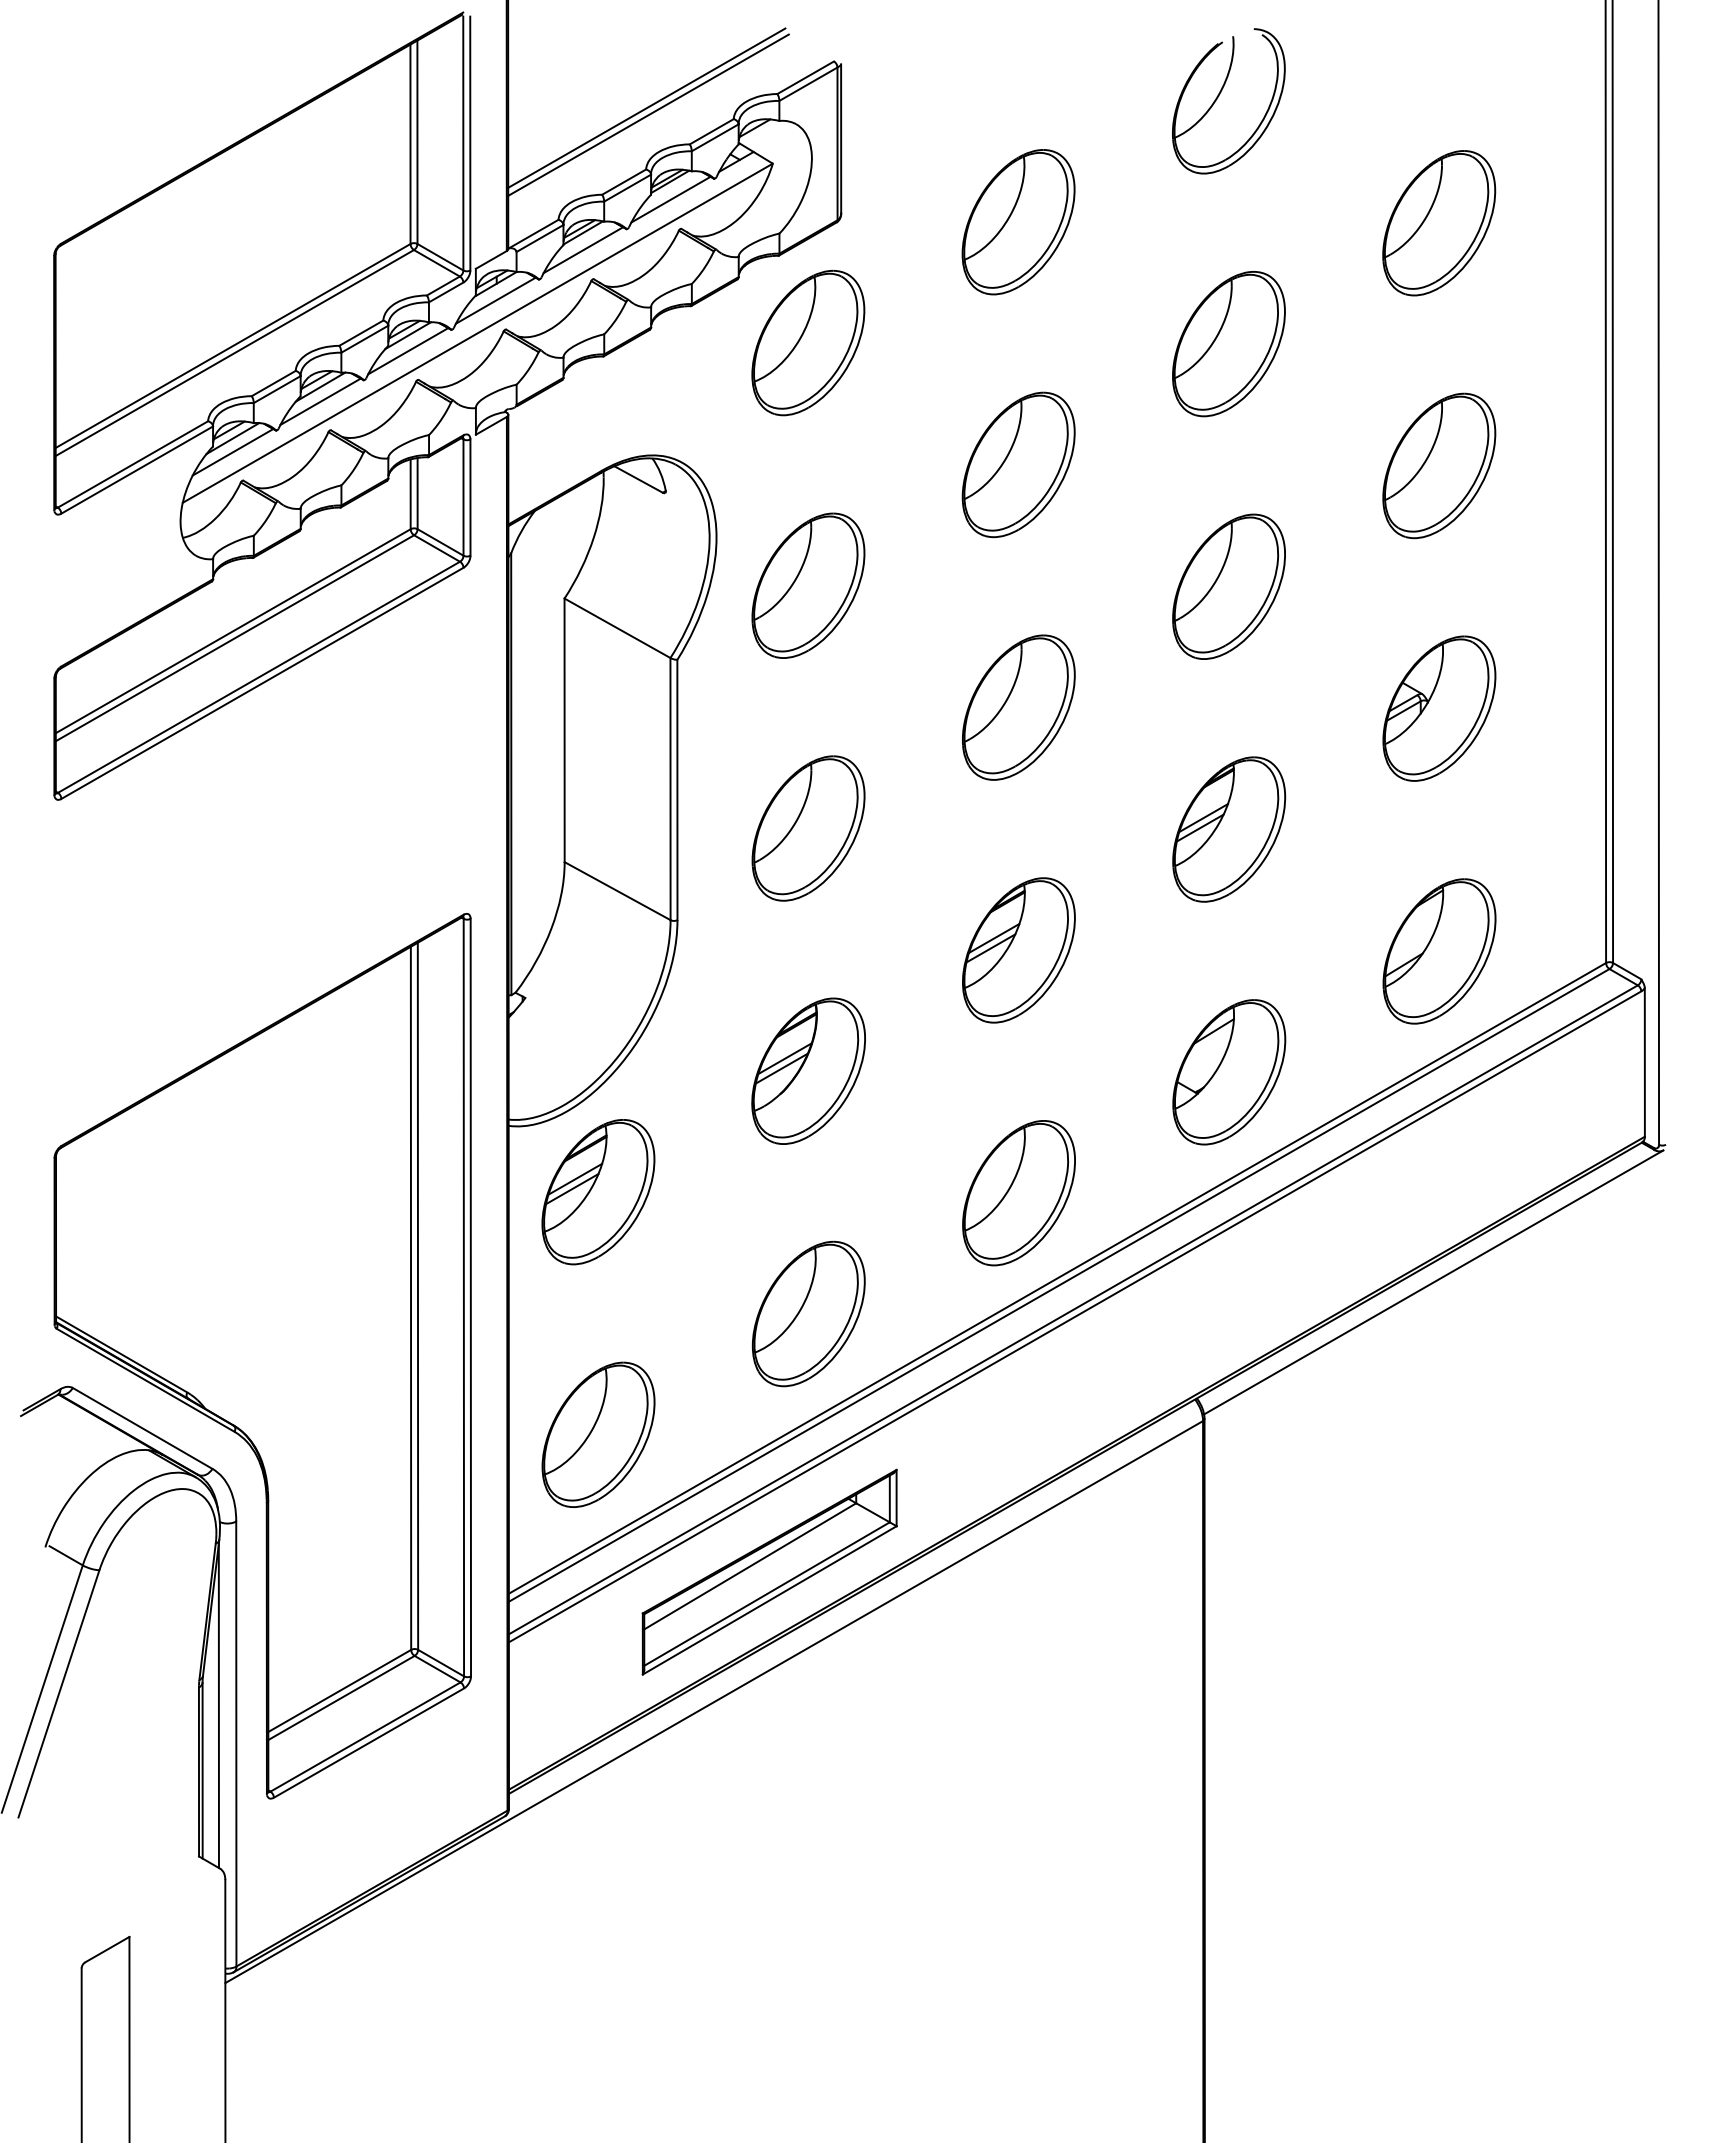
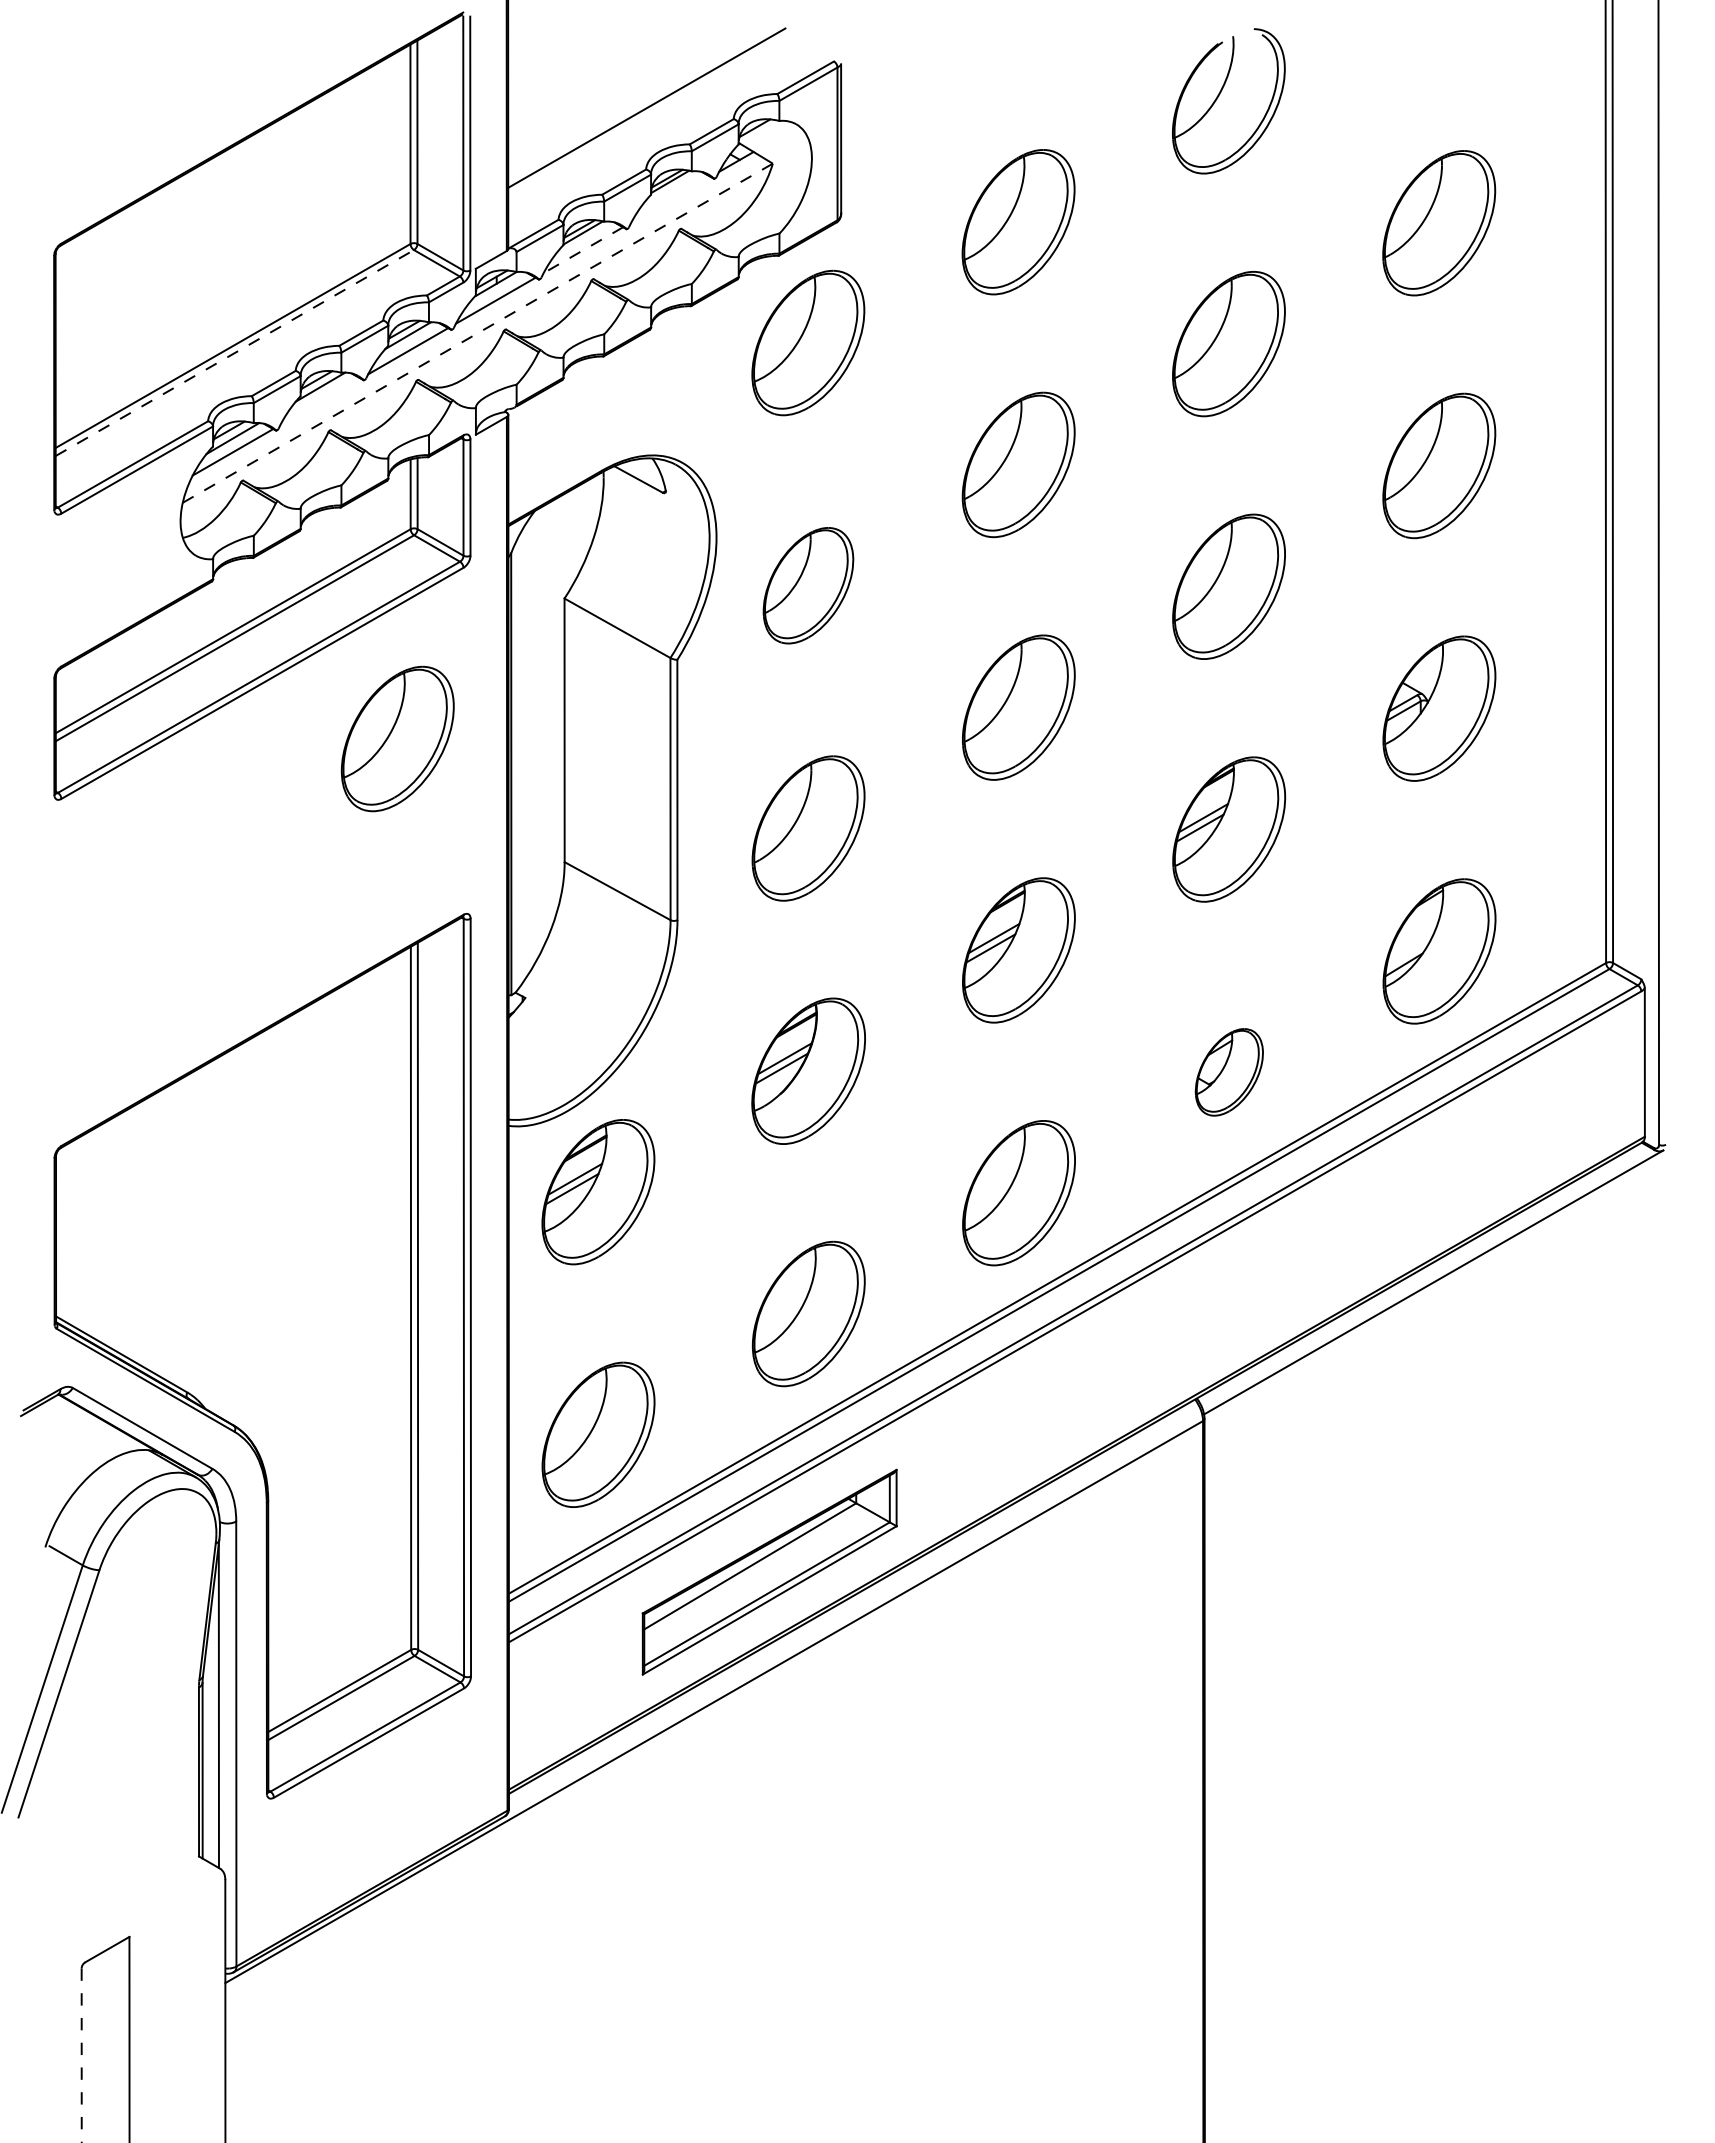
line at (648, 114): present -> none
line at (670, 199): present -> none
line at (583, 250): solid -> dashed
line at (477, 333): solid -> dashed
line at (234, 353): solid -> dashed
line at (320, 401): present -> none
part at (808, 585) size: 115x147 px -> 93x118 px
part at (397, 738): none -> present
part at (1229, 1072) size: 115x147 px -> 70x89 px
line at (81, 2055): solid -> dashed
